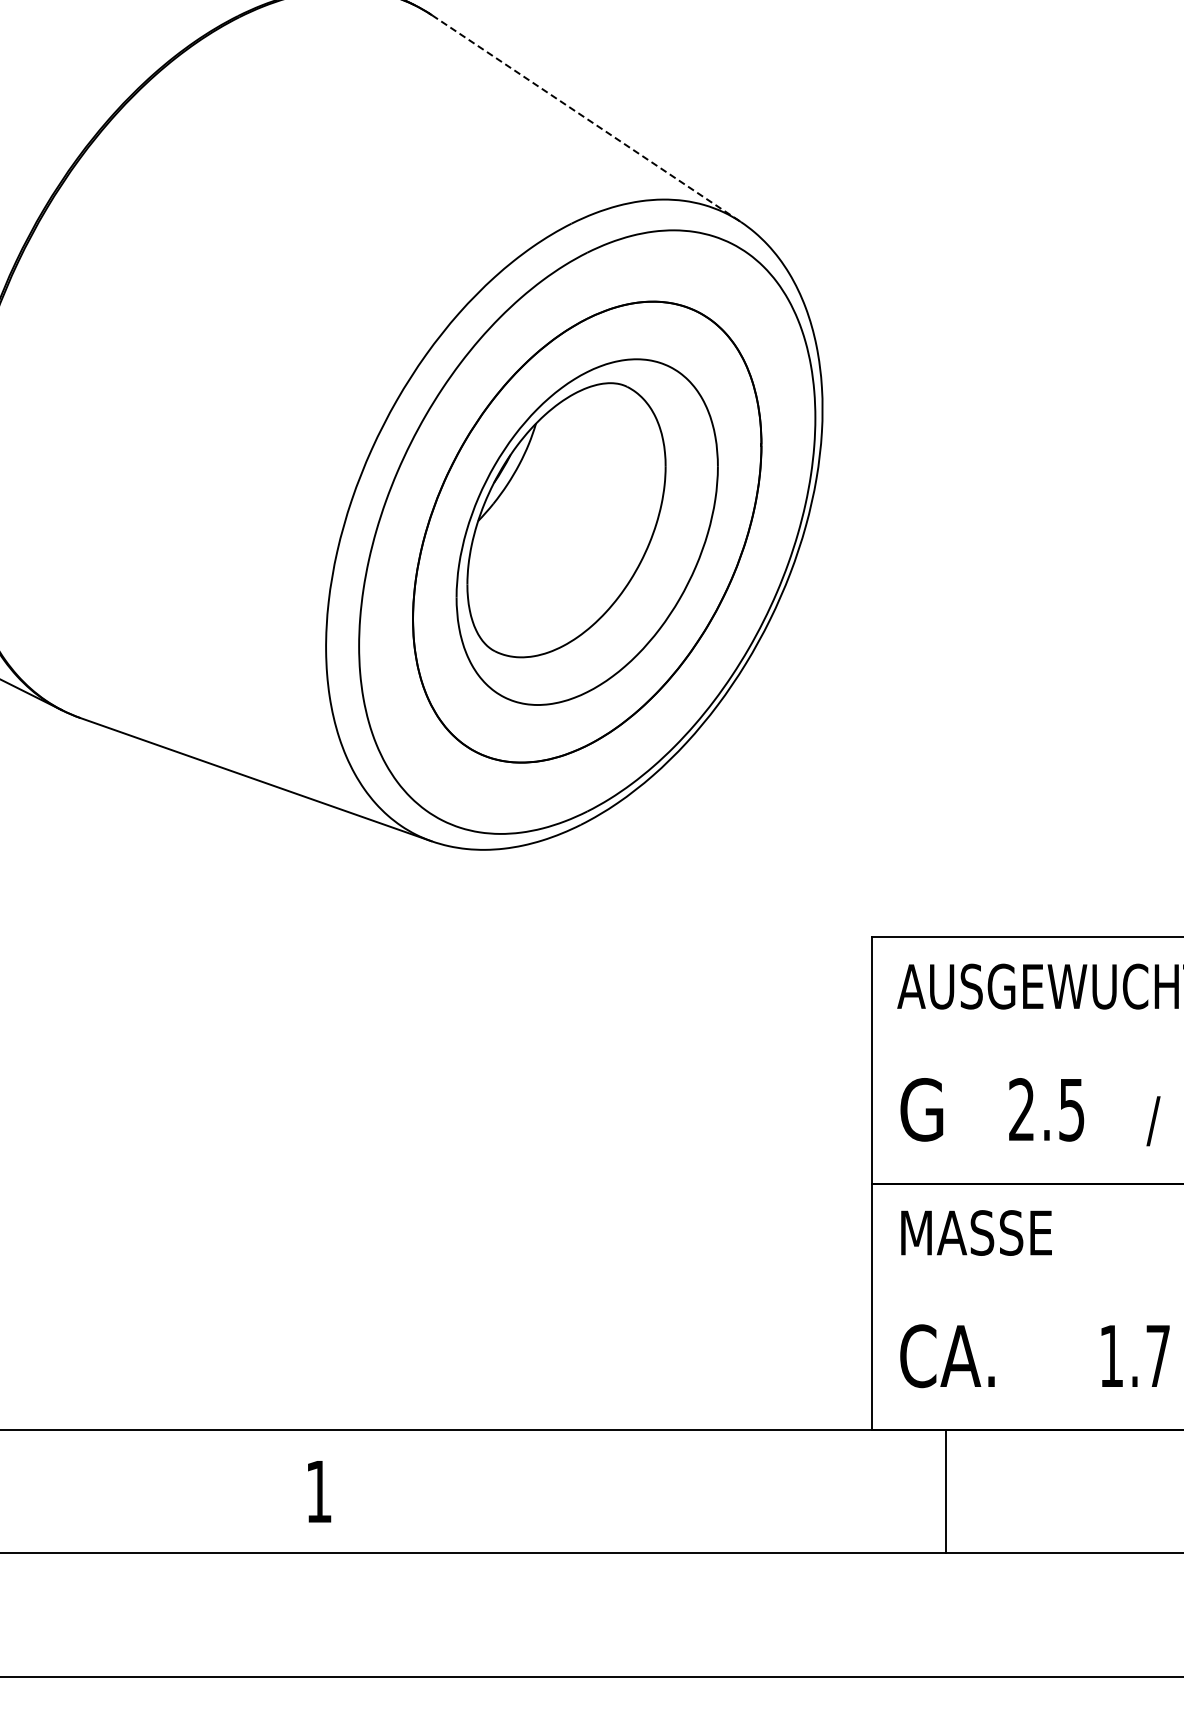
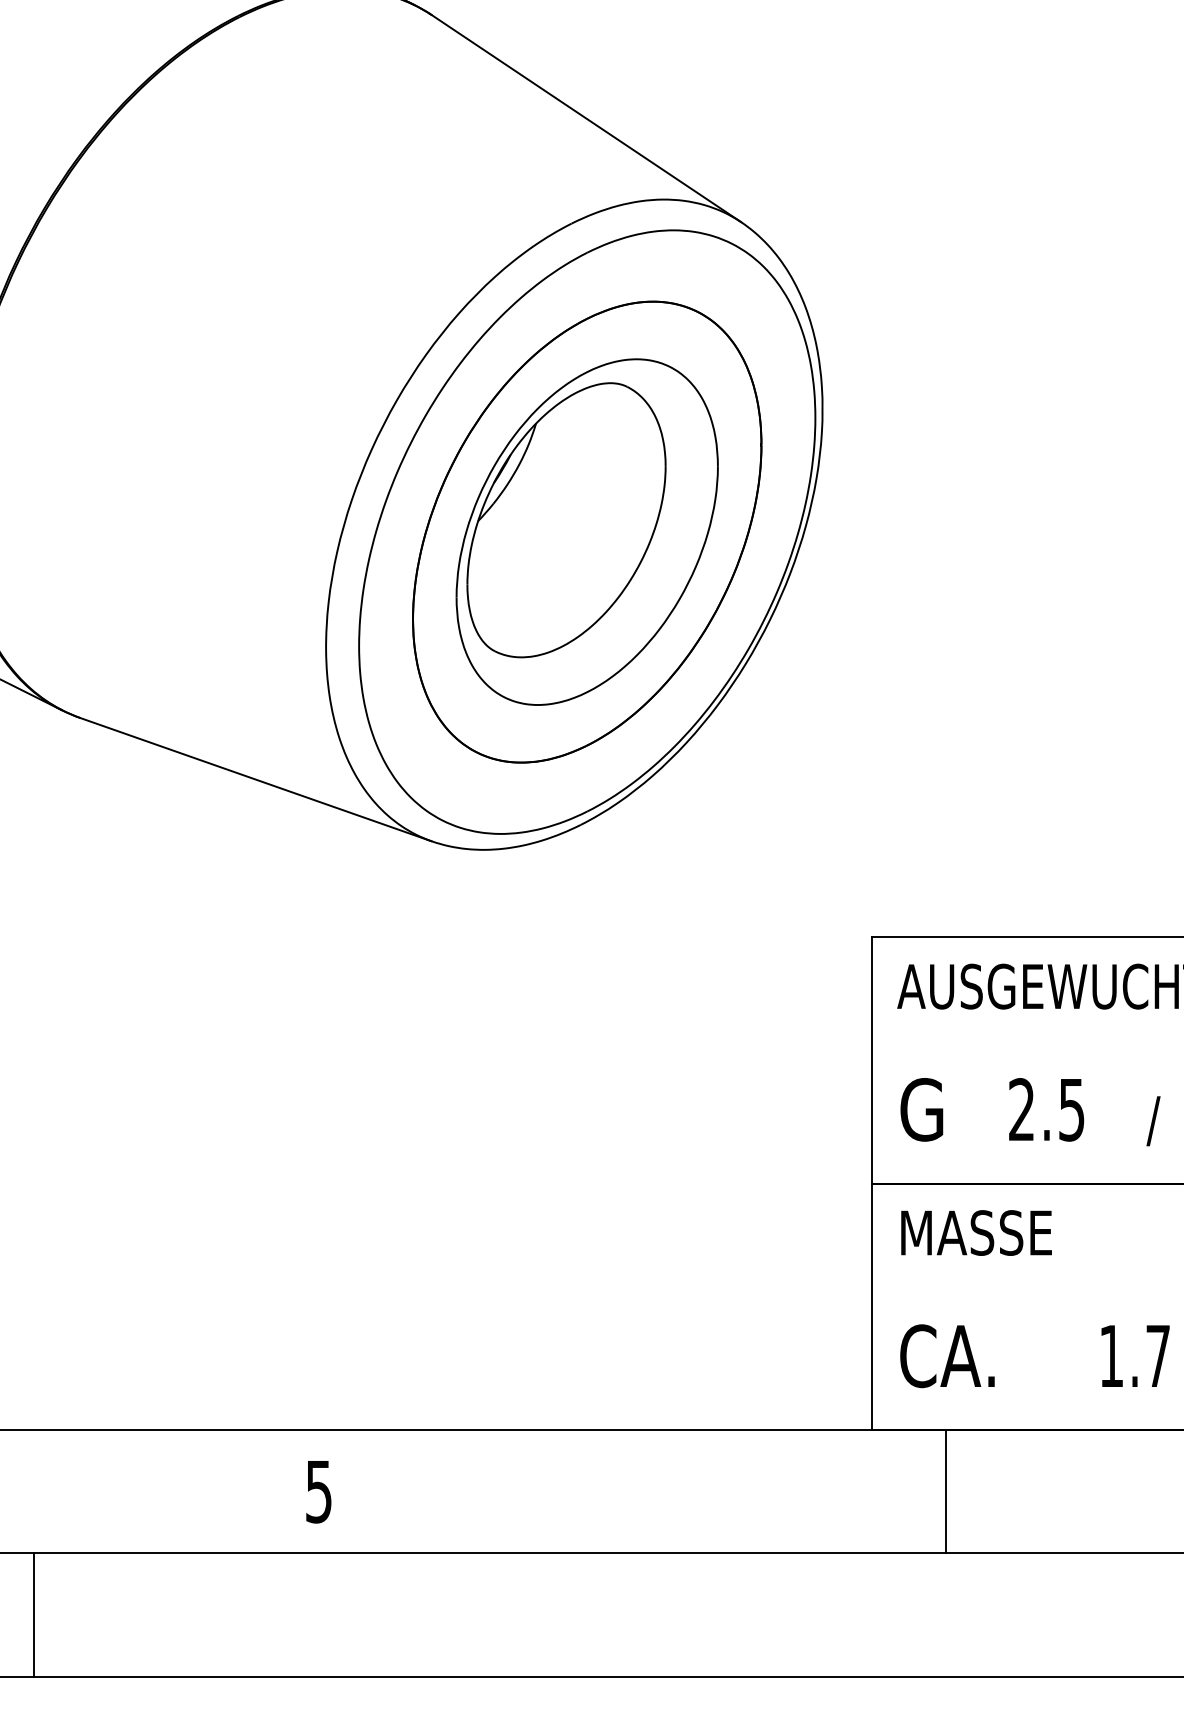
line at (586, 118): dashed -> solid
text at (318, 1492): 1 -> 5
line at (34, 1614): none -> present
